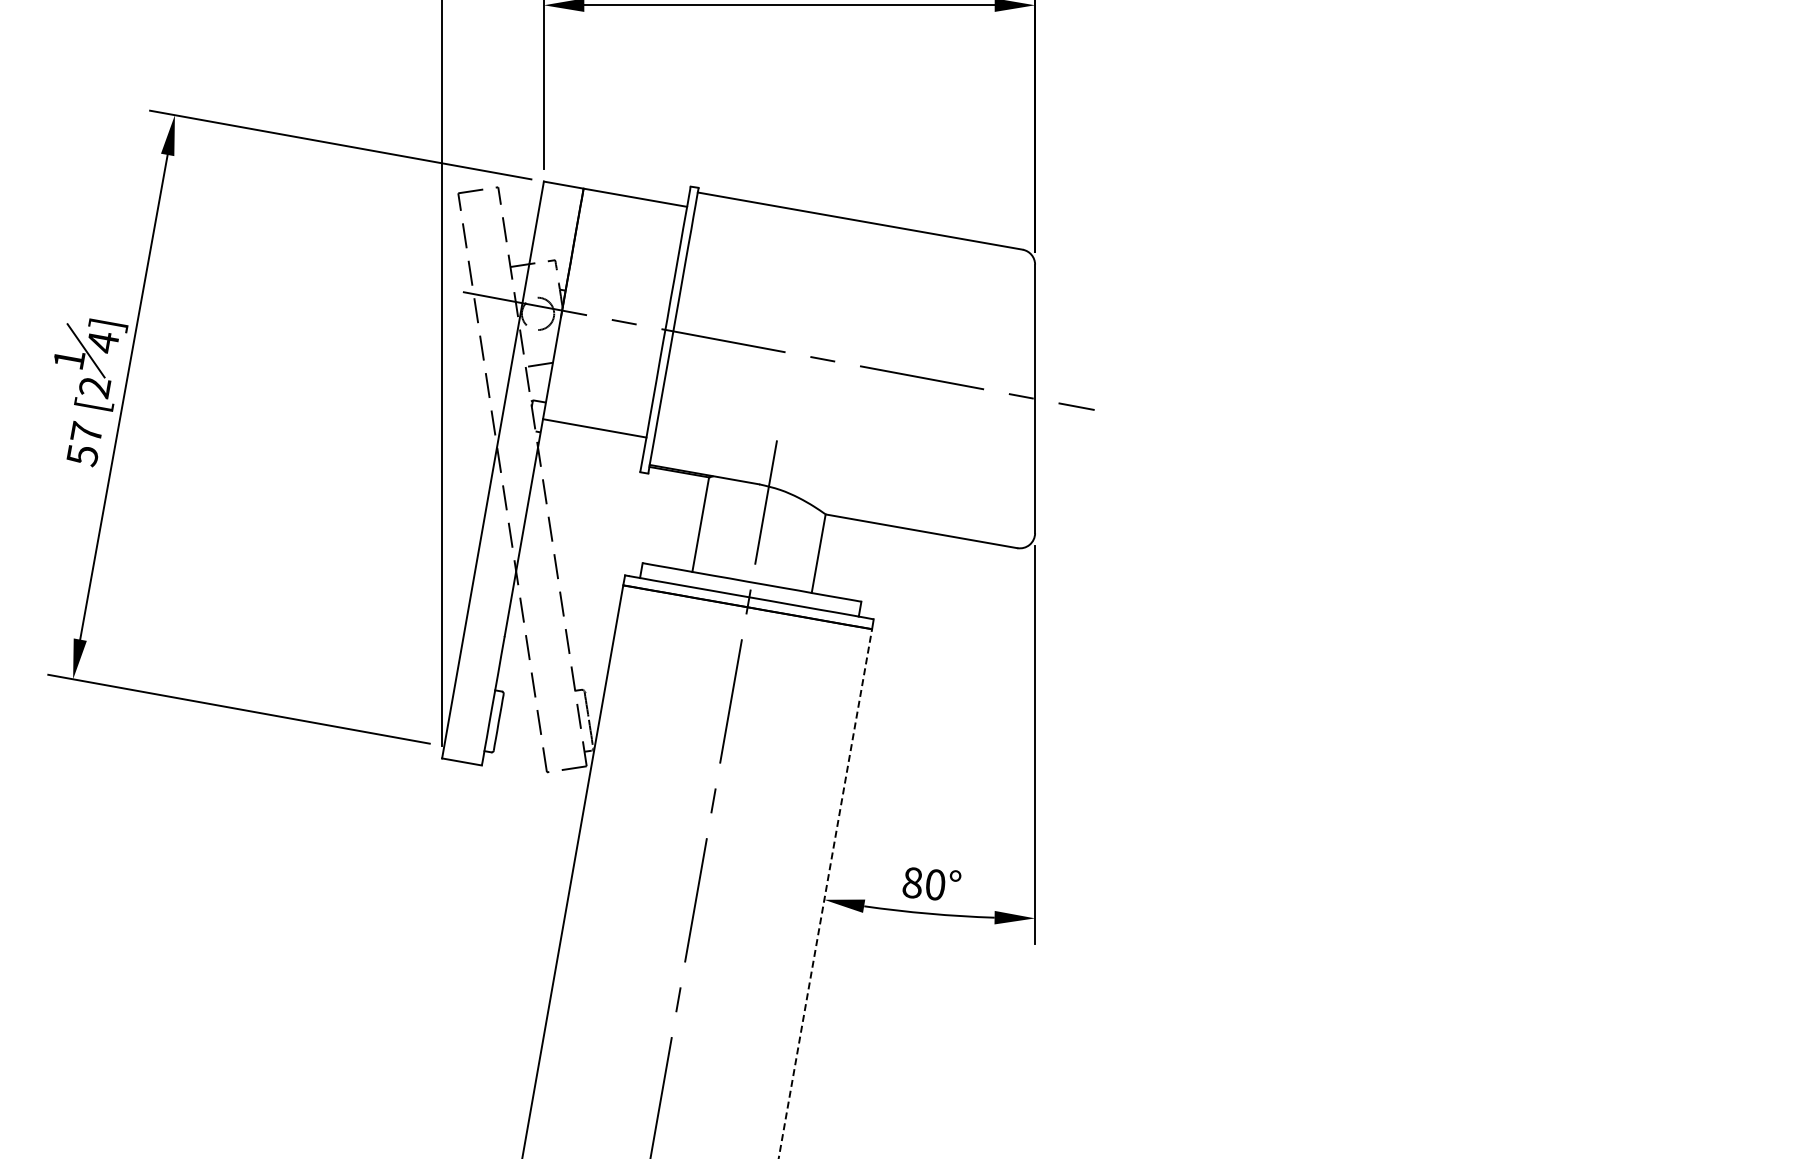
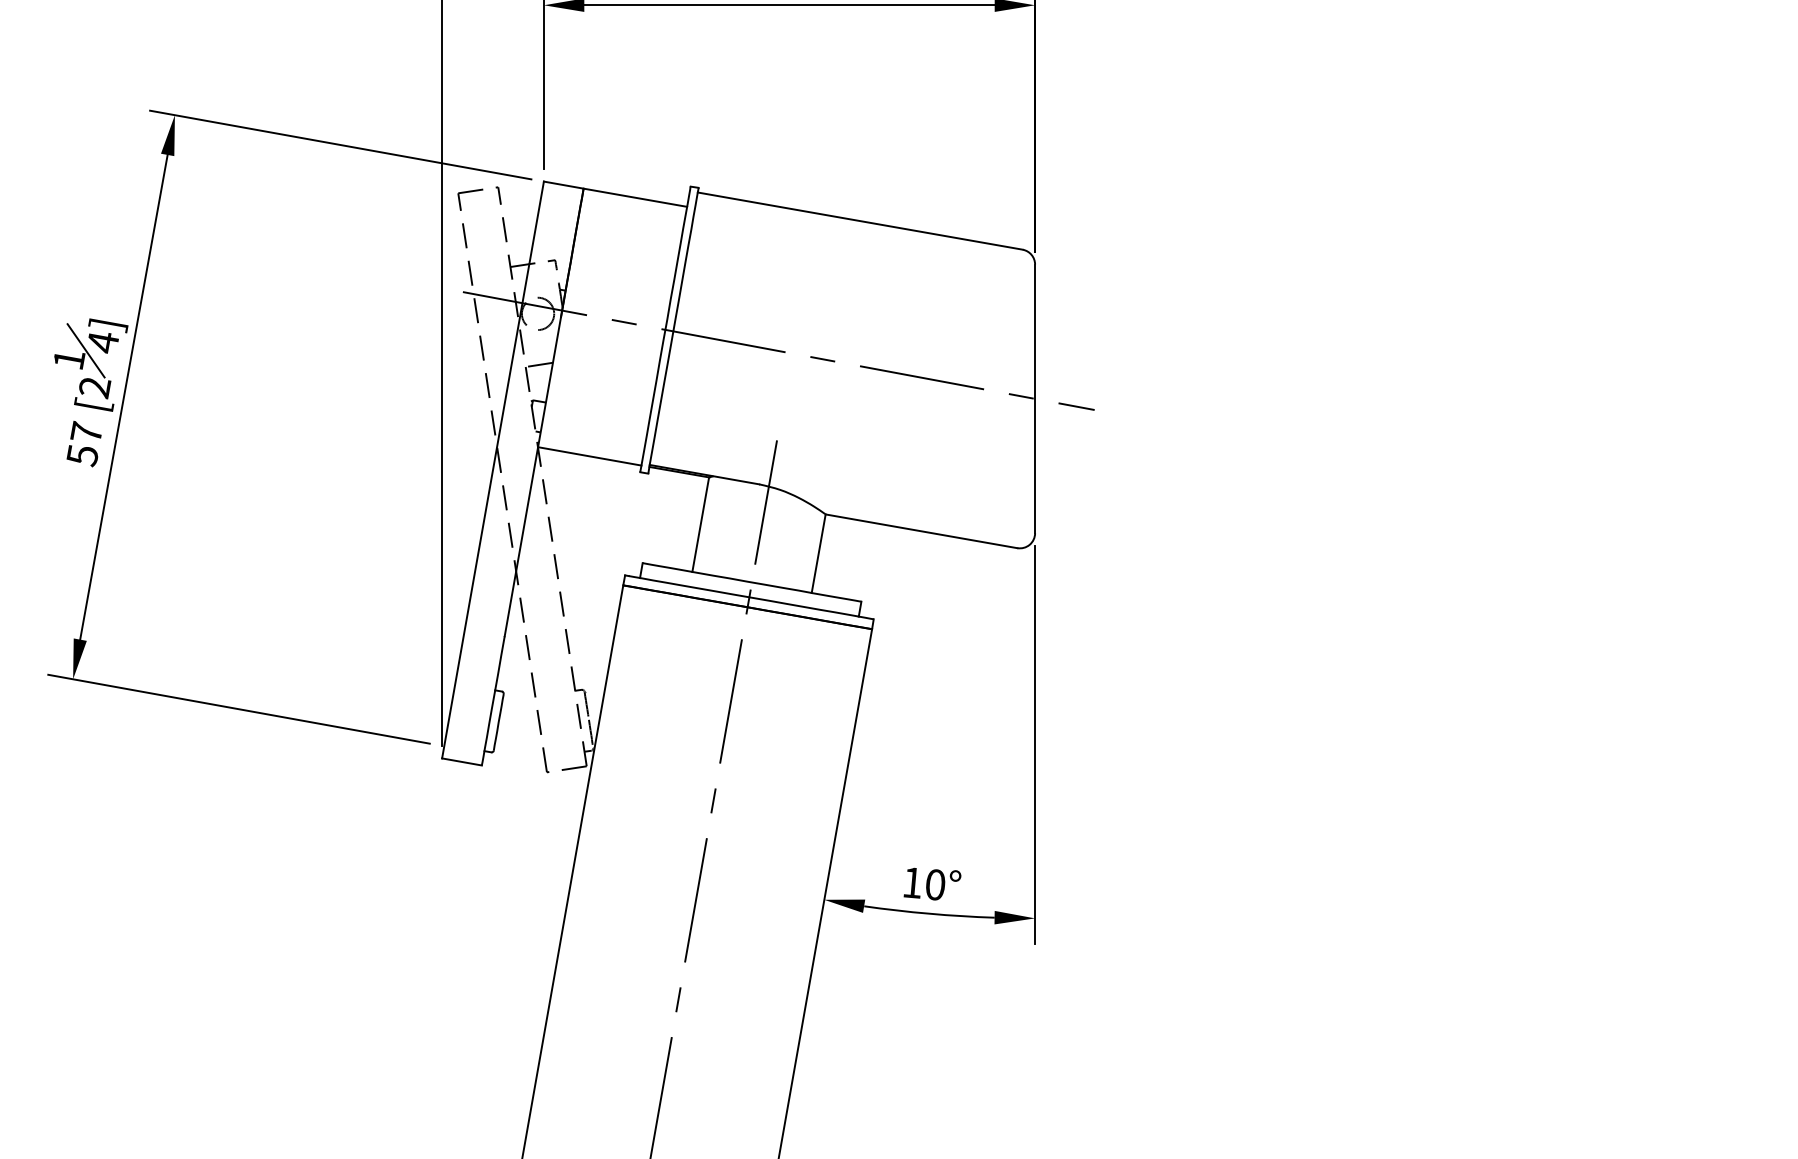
line at (594, 428) position: (594, 428) -> (589, 456)
text at (911, 882): 80° -> 10°
line at (825, 894): dashed -> solid
